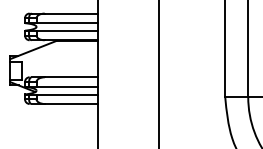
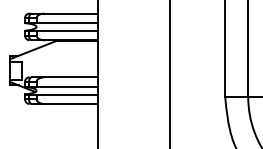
line at (159, 73) position: (159, 73) -> (170, 73)
